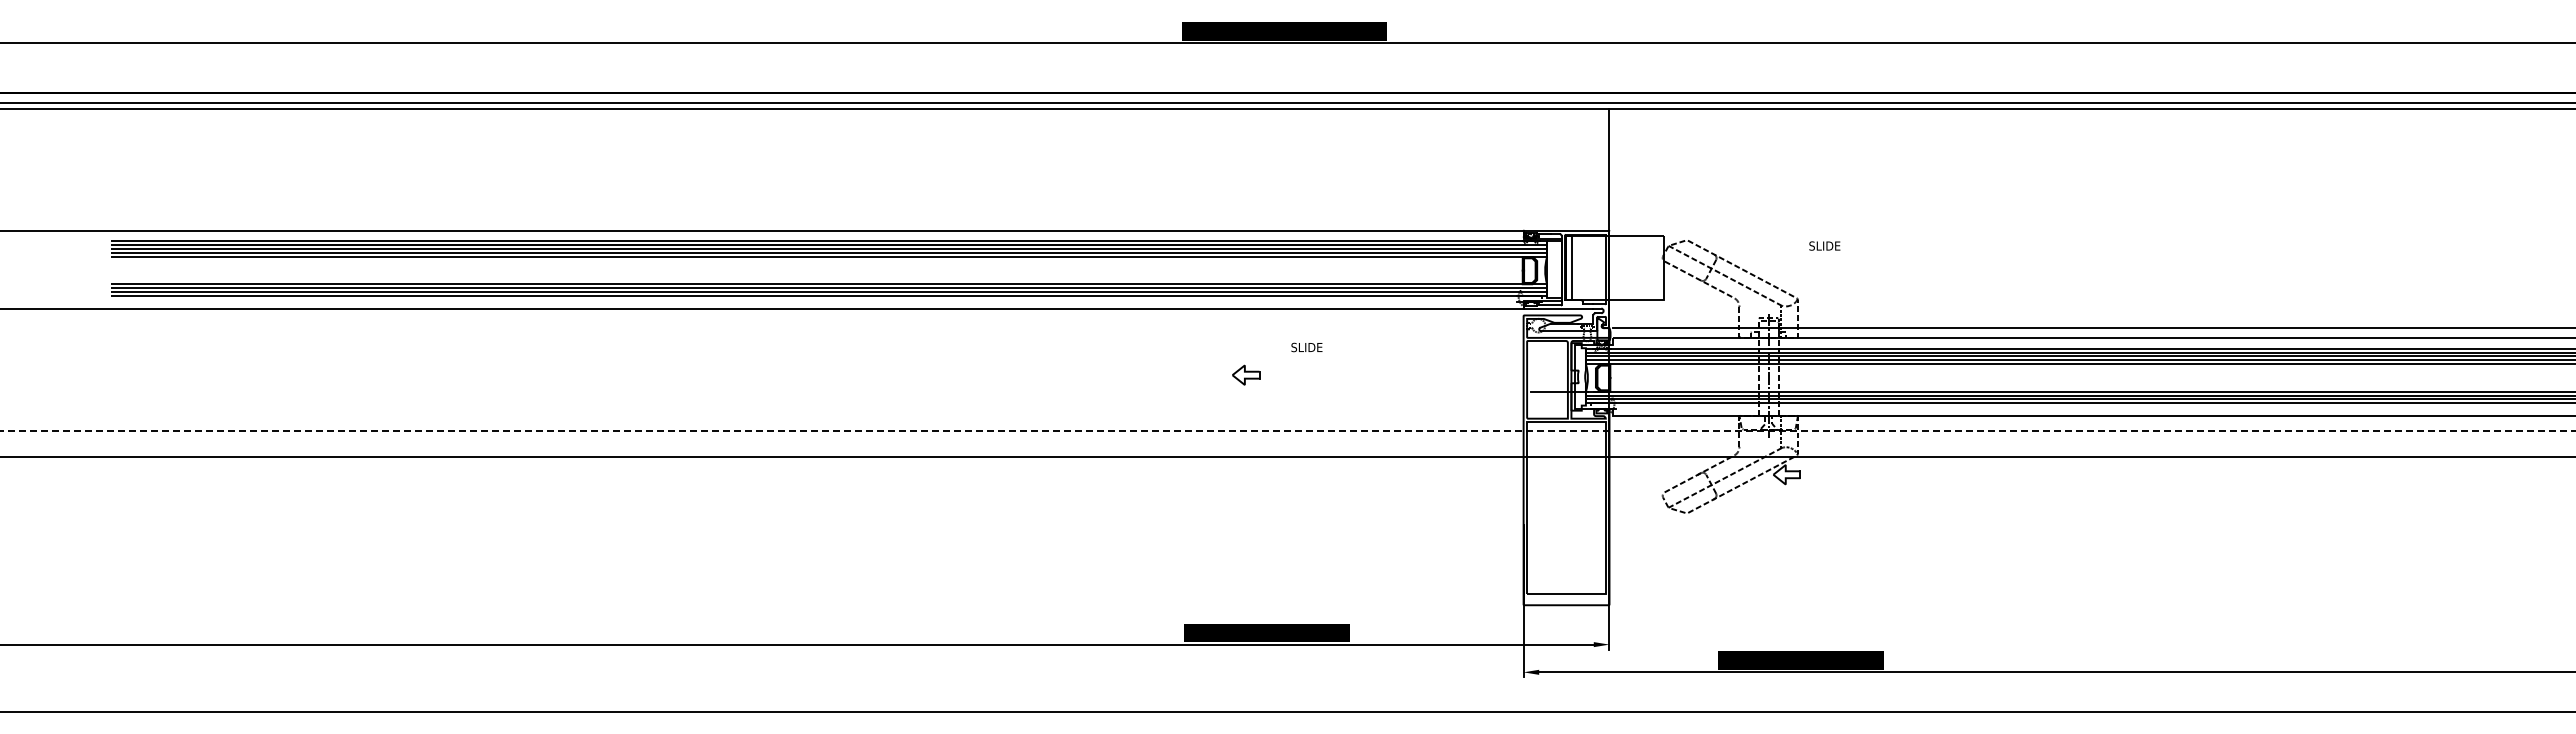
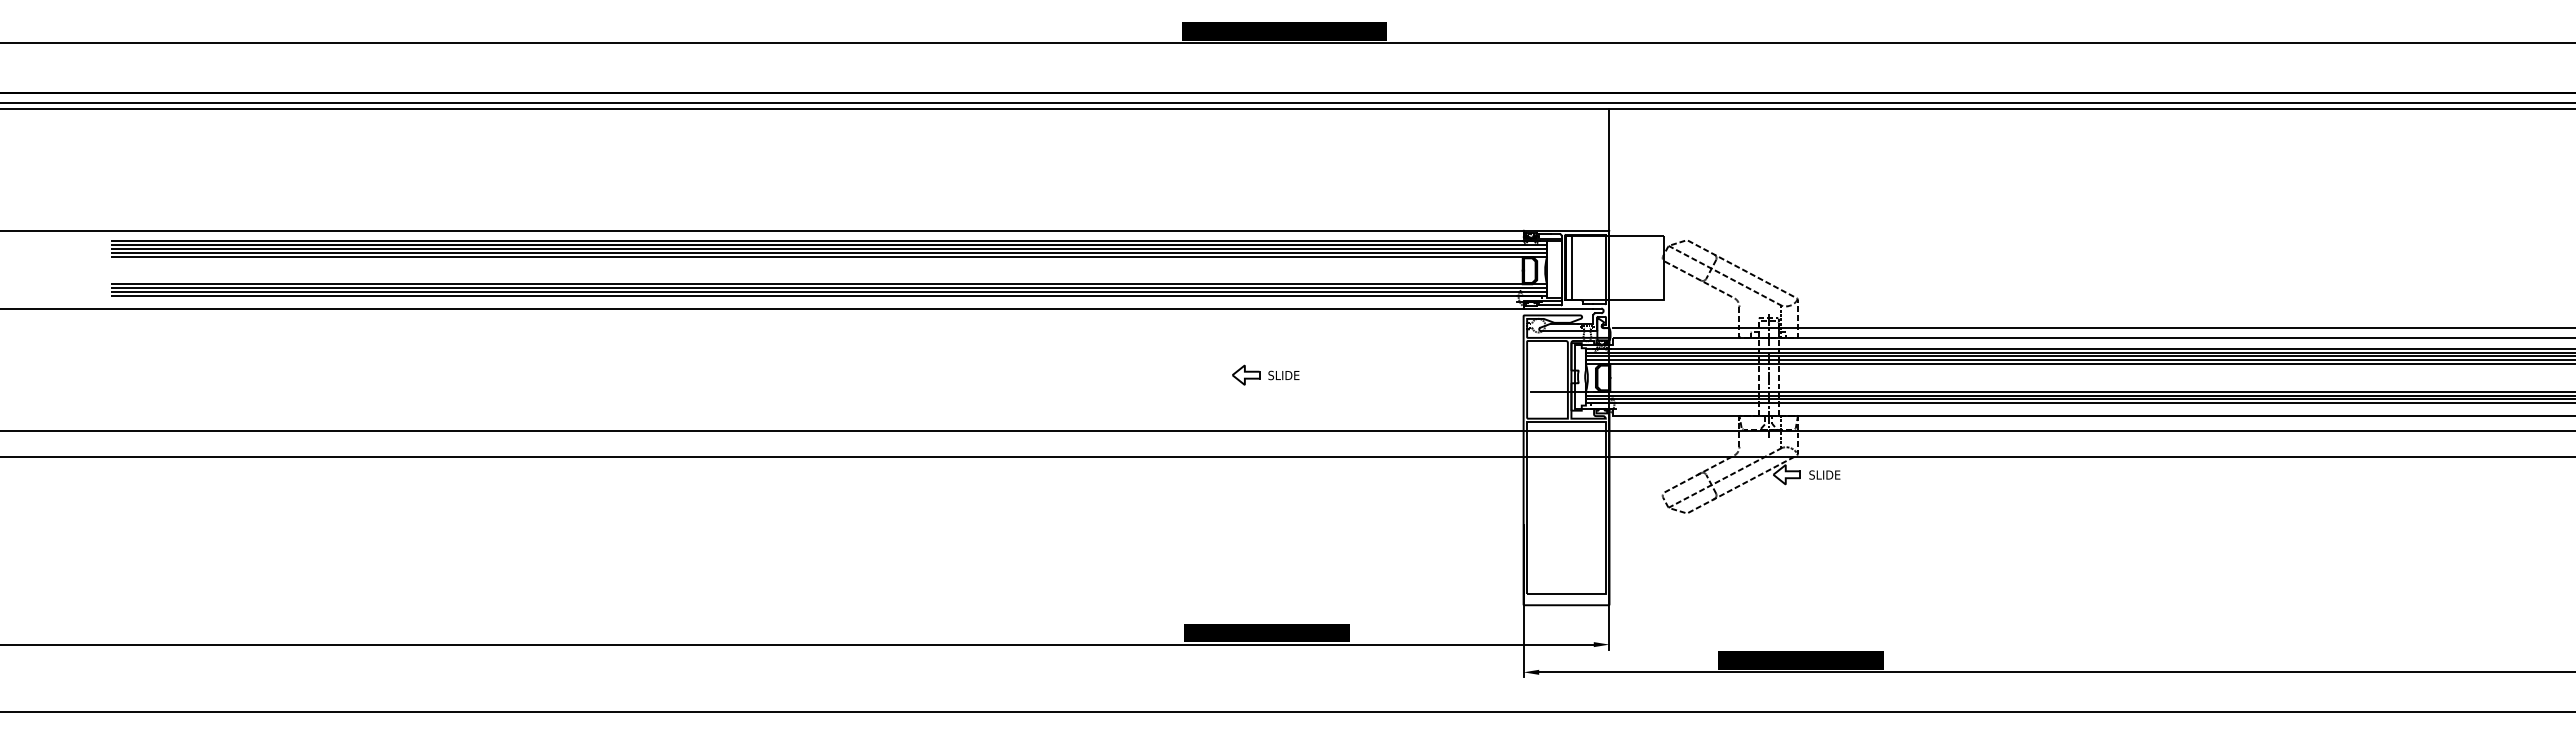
text at (1824, 245) position: (1824, 245) -> (1824, 474)
text at (1306, 347) position: (1306, 347) -> (1283, 375)
line at (1288, 430): dashed -> solid
